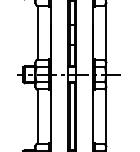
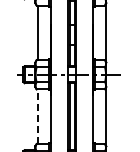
line at (37, 116): solid -> dashed
